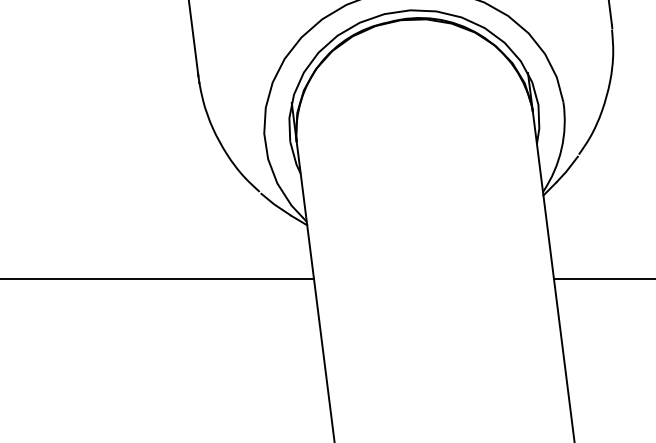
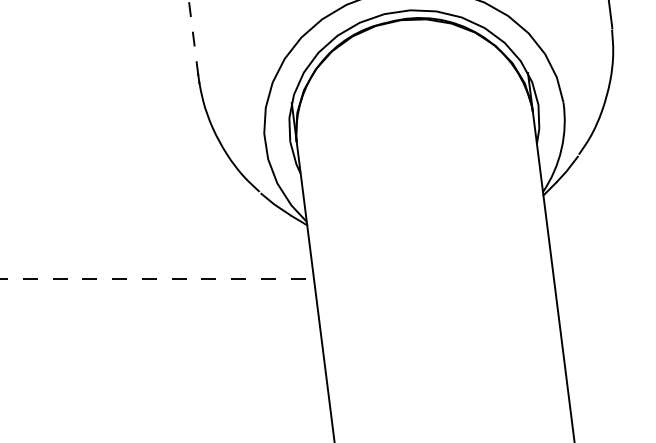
line at (193, 38): solid -> dashed
line at (157, 278): solid -> dashed
line at (602, 278): present -> none
